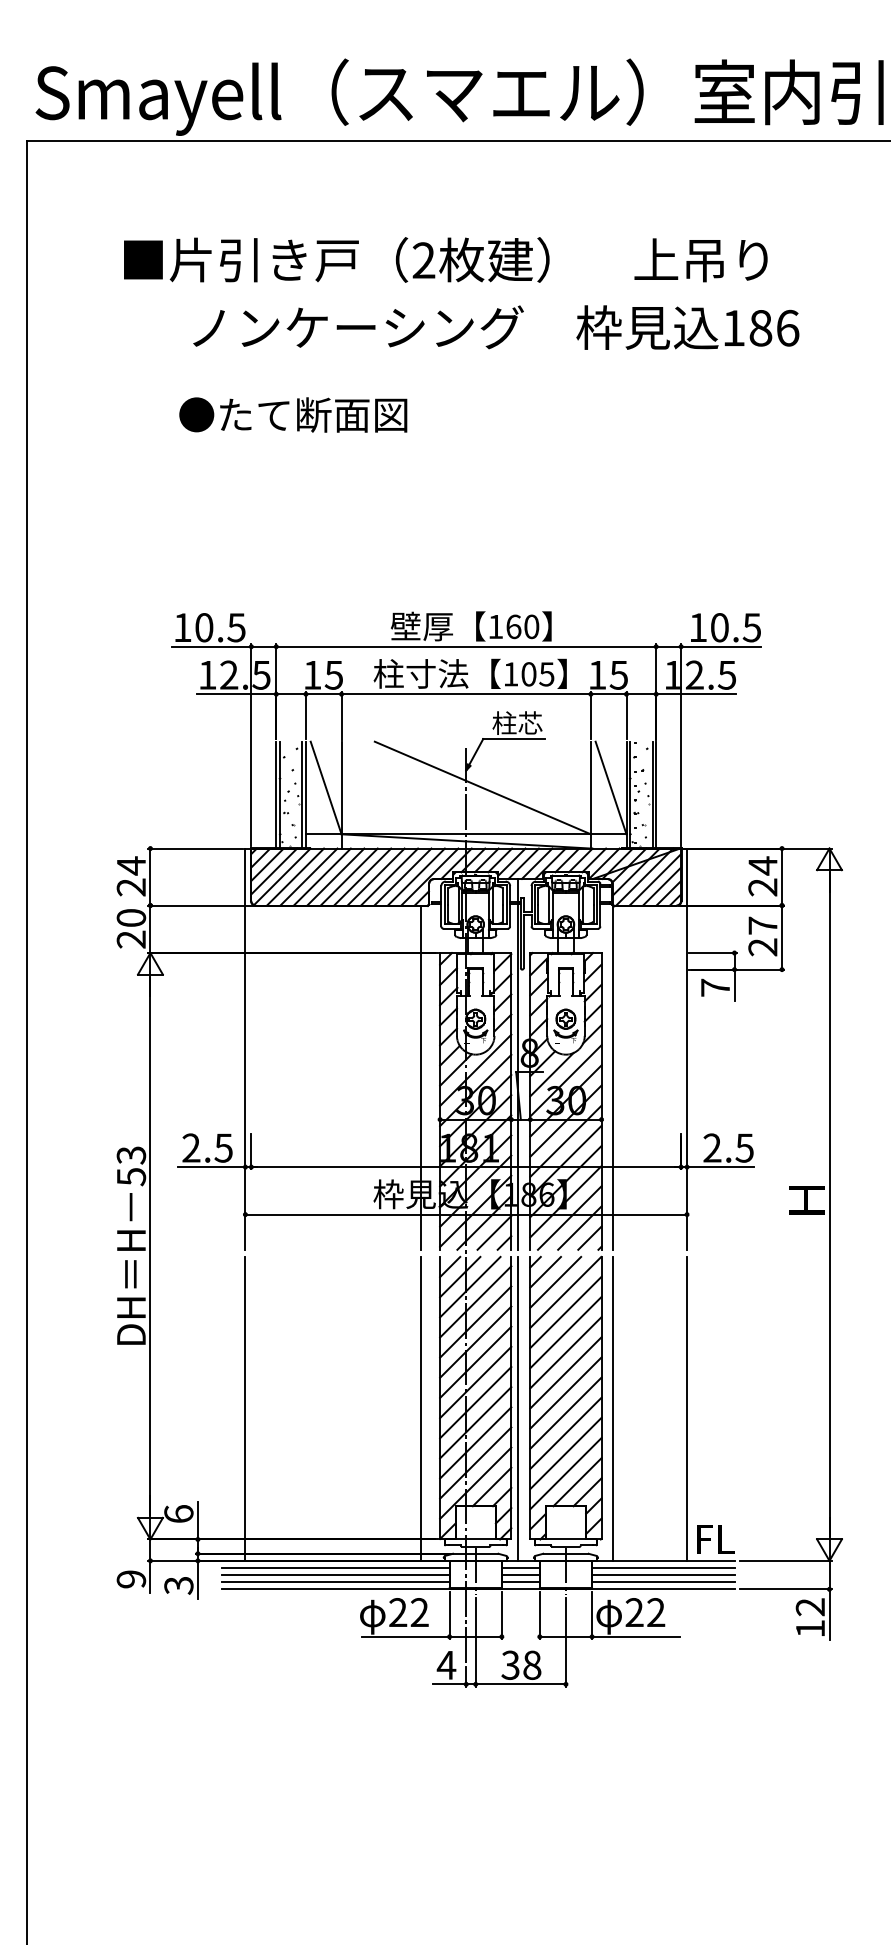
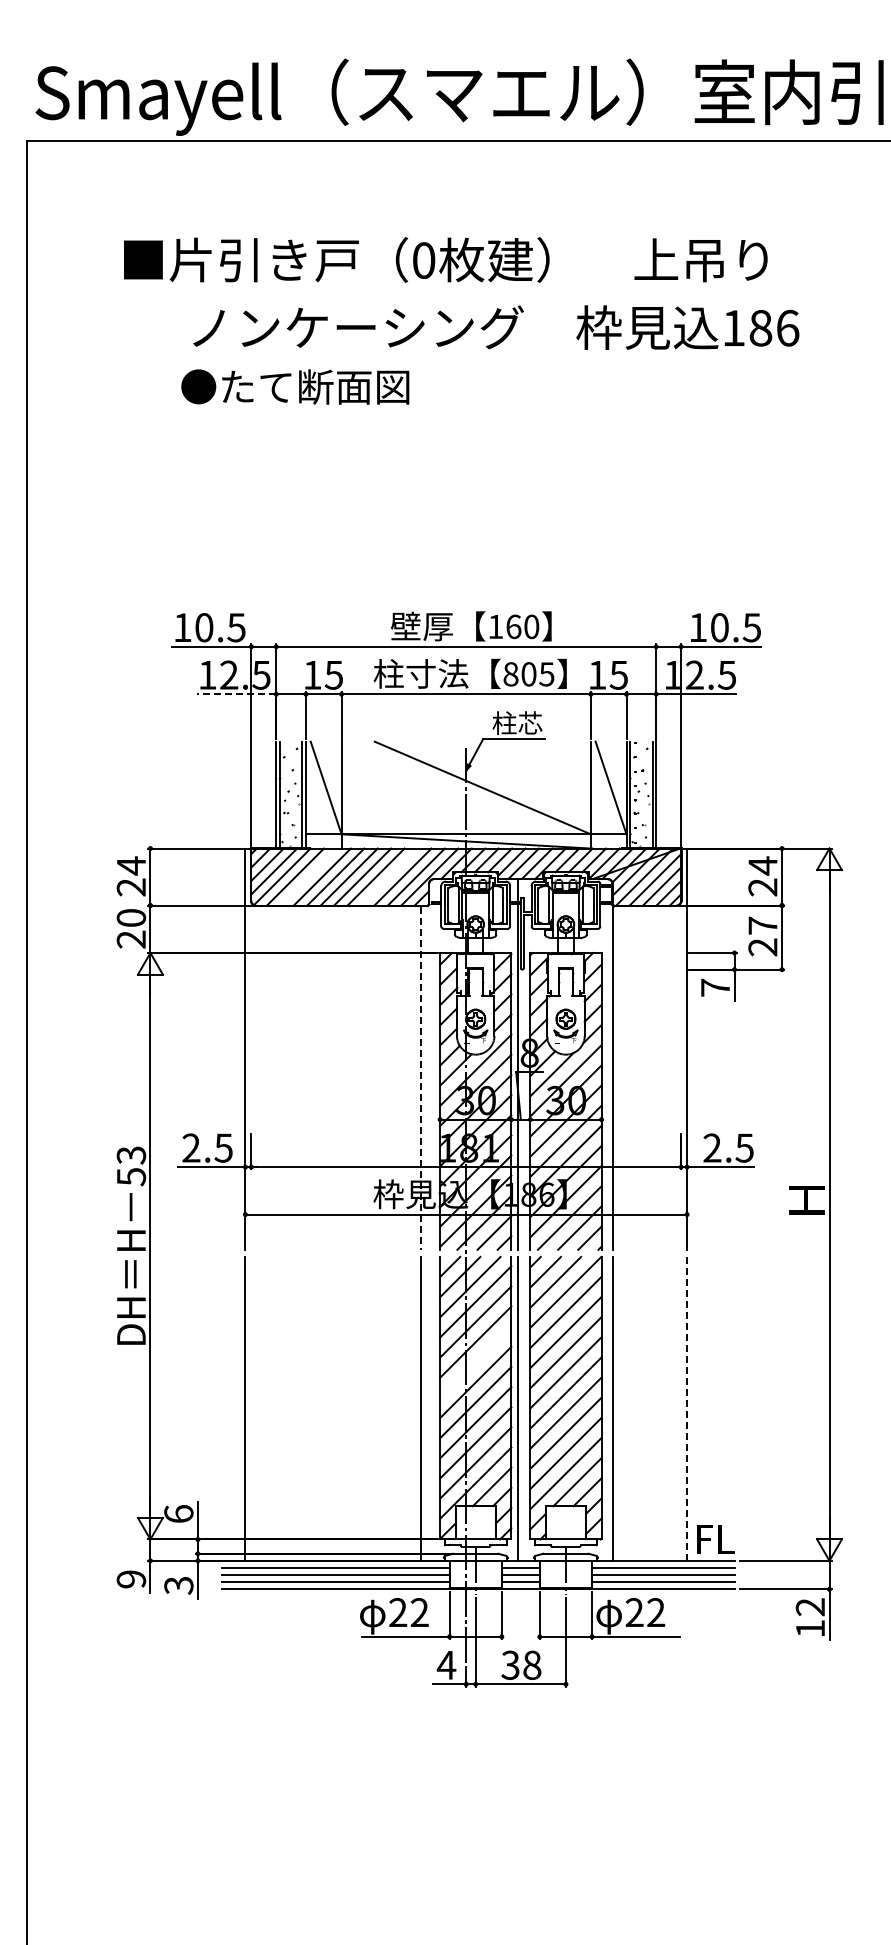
text at (423, 260): 2 -> 0
text at (293, 414) position: (293, 414) -> (295, 386)
text at (510, 674): 105 -> 805
line at (236, 694): solid -> dashed
line at (308, 876): present -> none
line at (389, 876): present -> none
line at (421, 1078): solid -> dashed
line at (475, 1361): present -> none
line at (687, 1408): solid -> dashed
